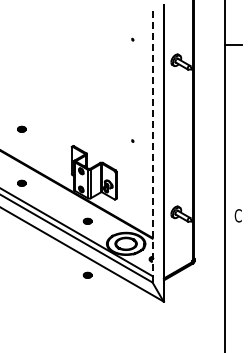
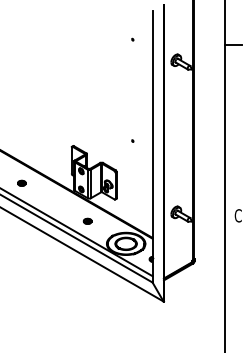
part at (21, 128): present -> none
line at (152, 146): dashed -> solid
part at (87, 274): present -> none
